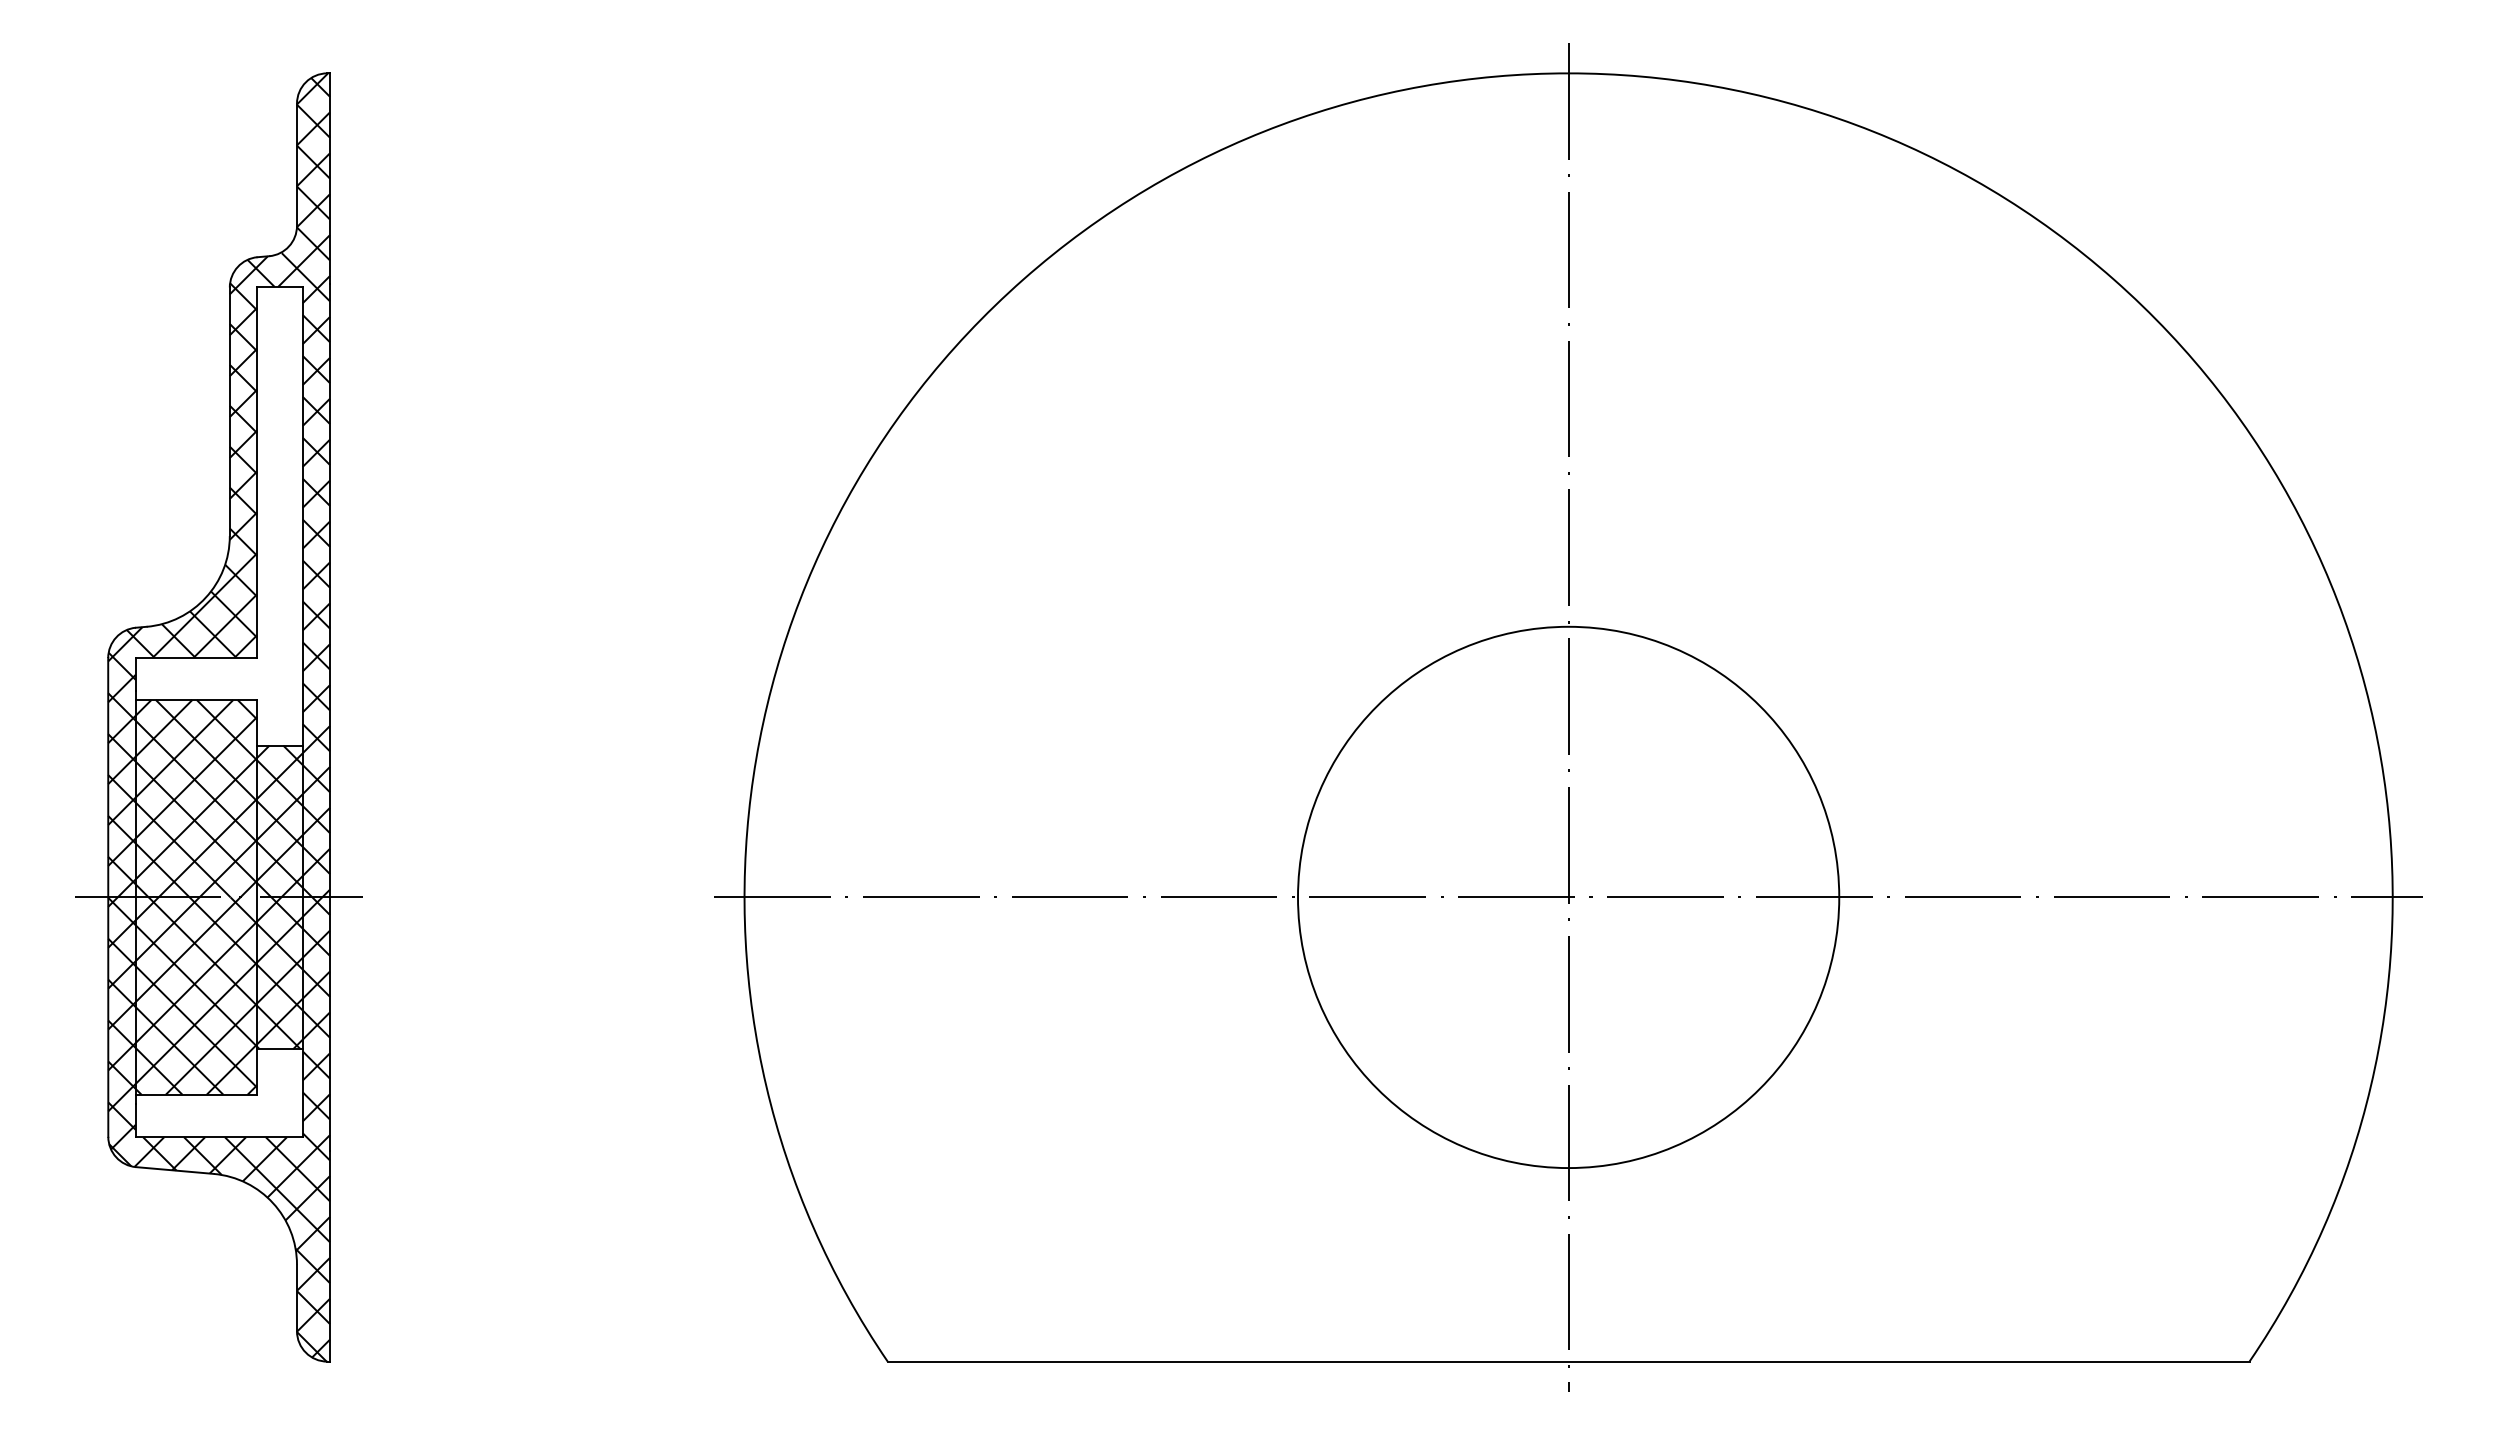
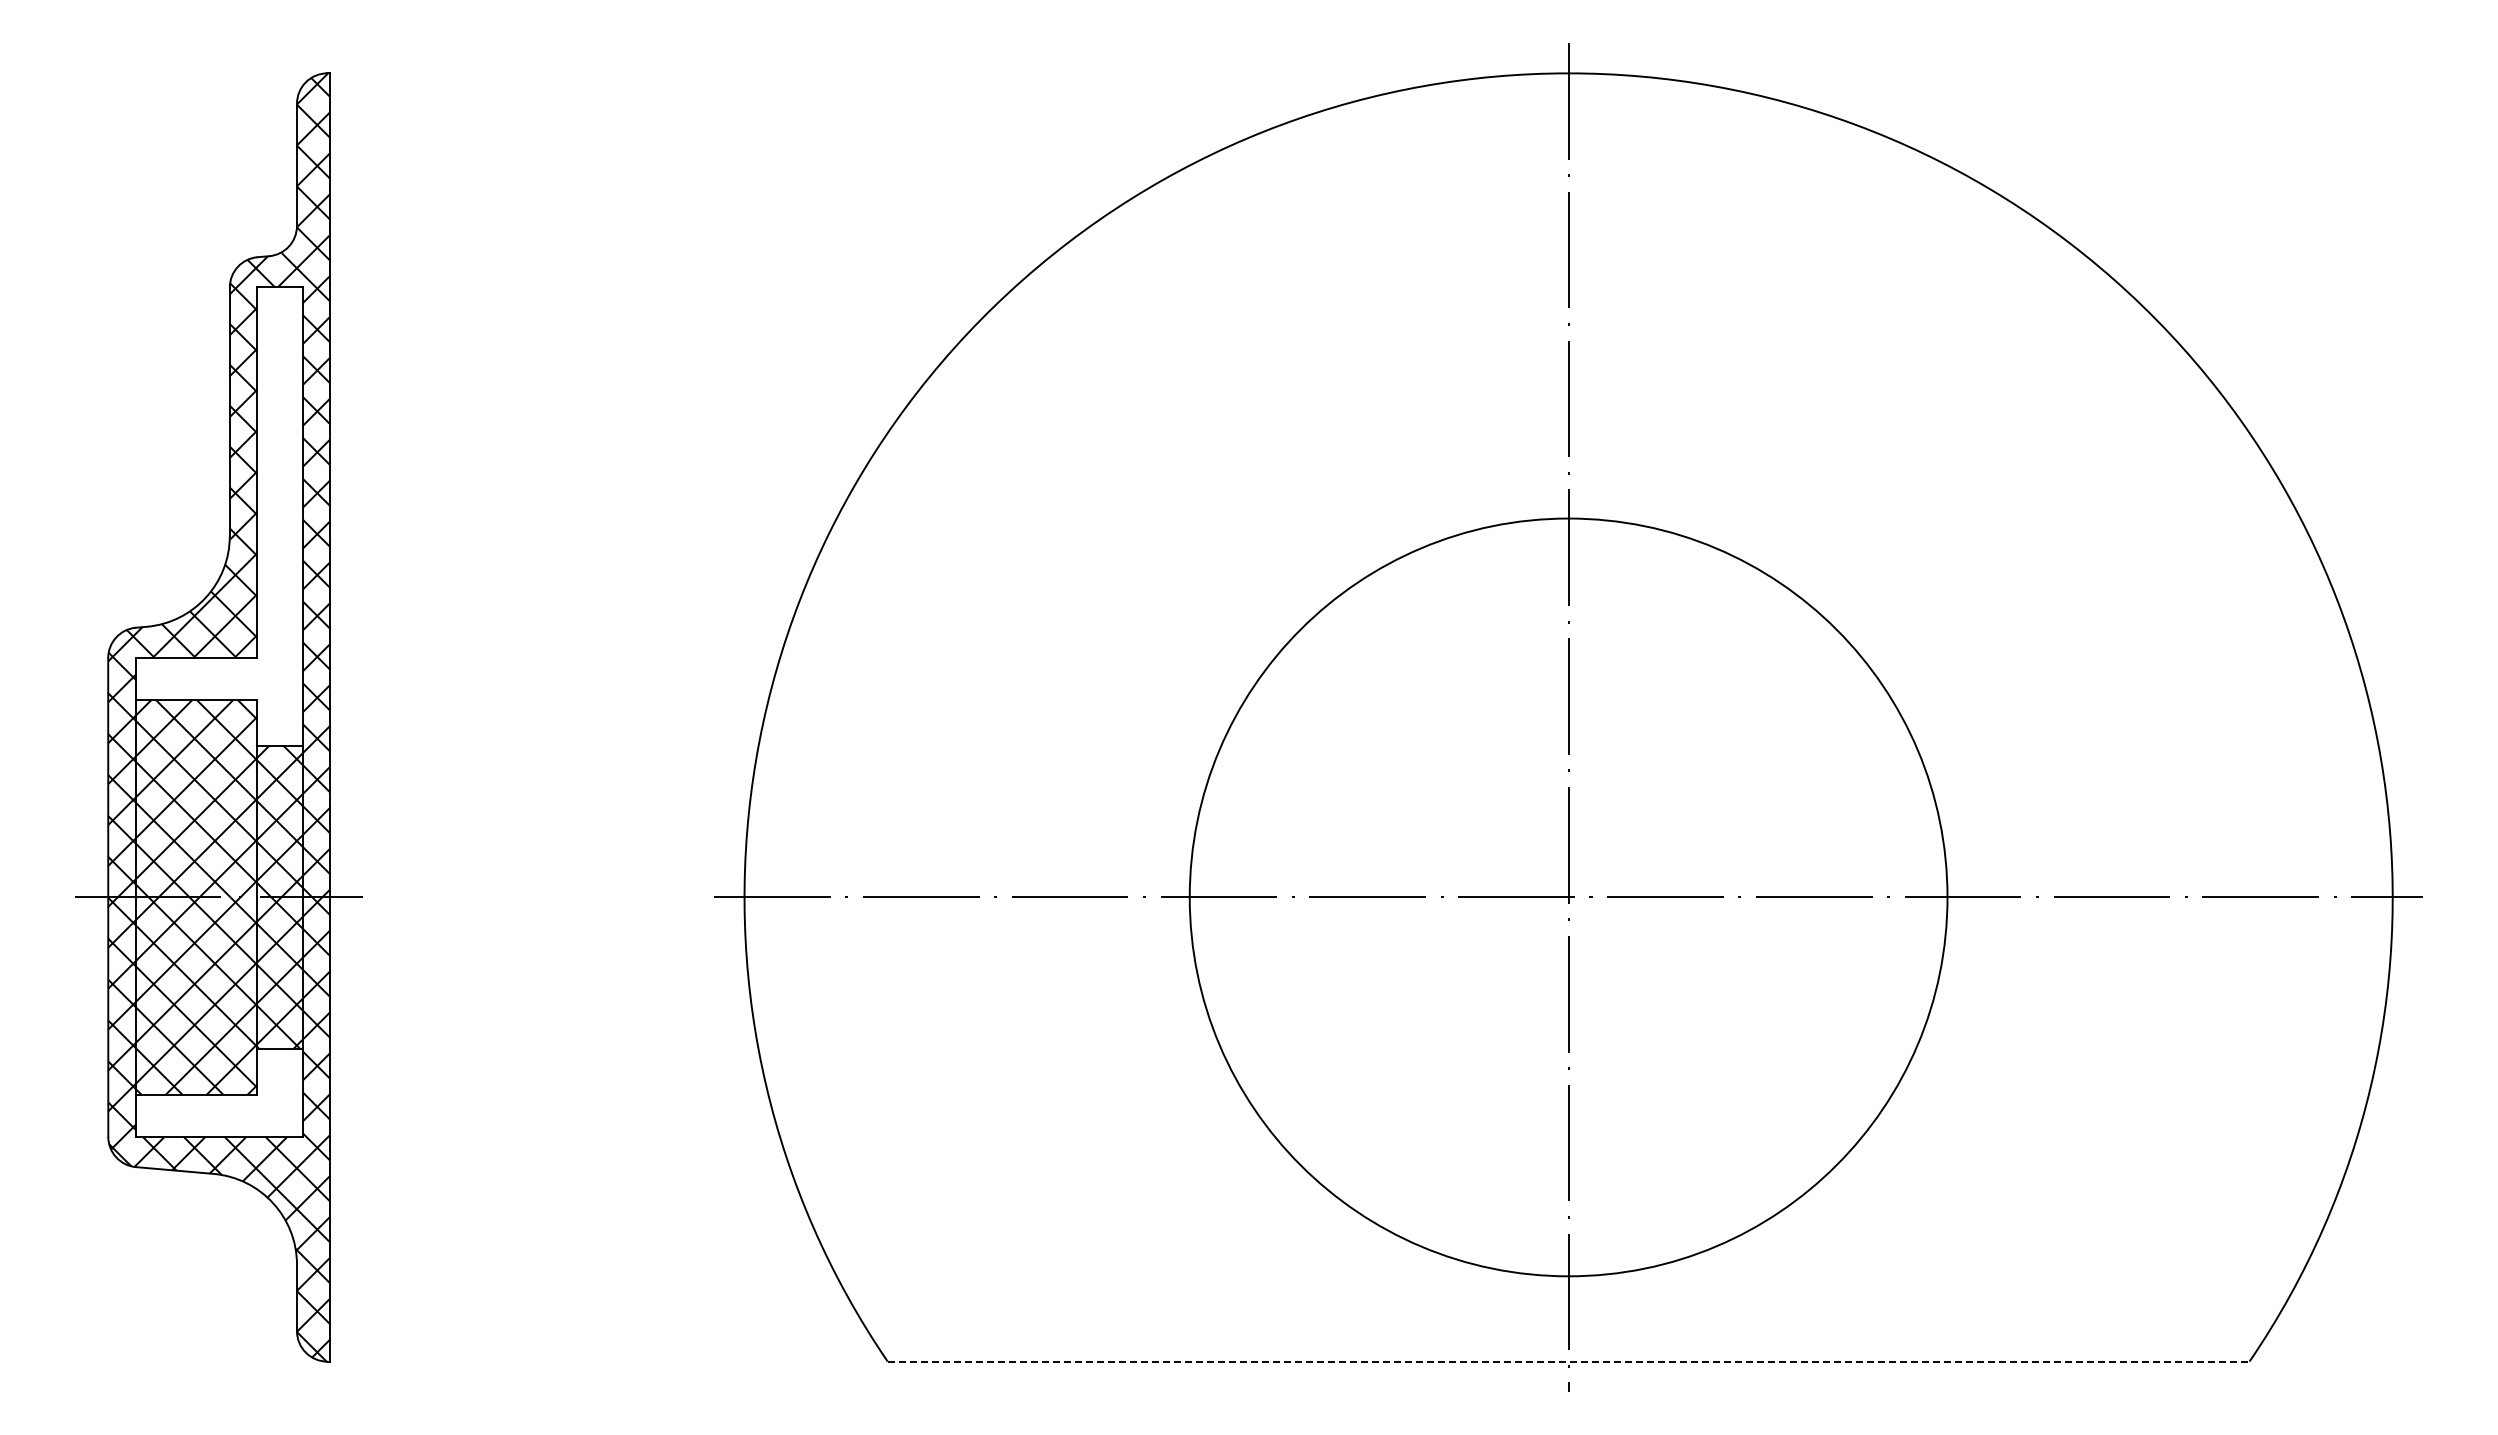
circle at (1568, 897) diameter: 541 px -> 758 px
line at (1568, 1361): solid -> dashed
